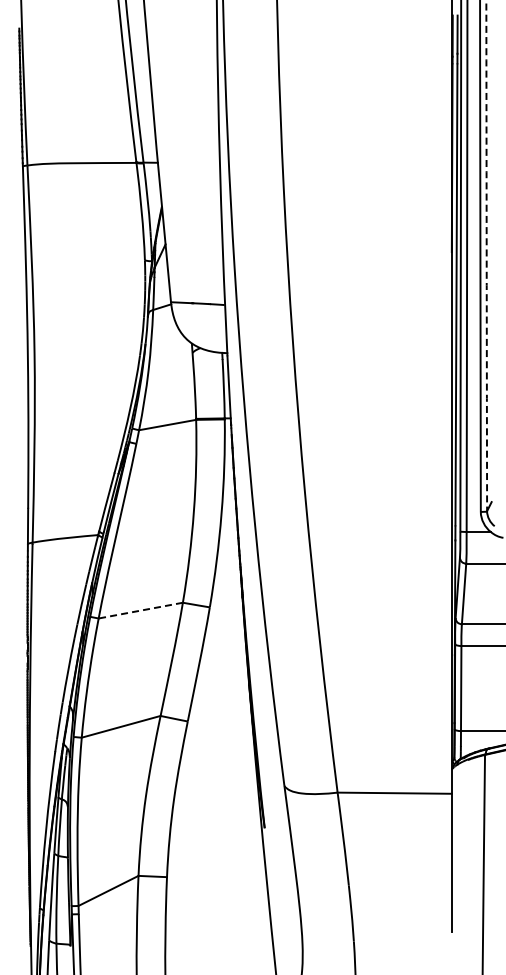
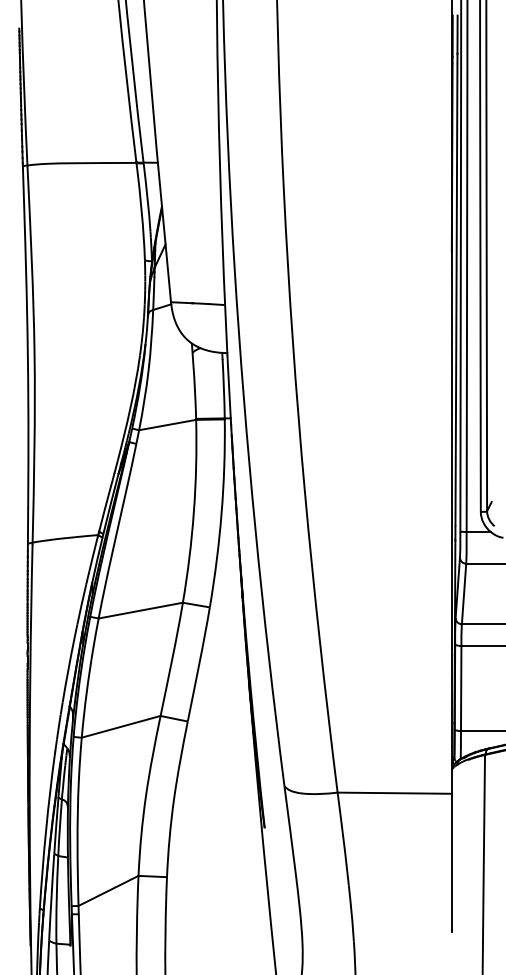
arc at (486, 255): dashed -> solid
line at (140, 610): dashed -> solid
